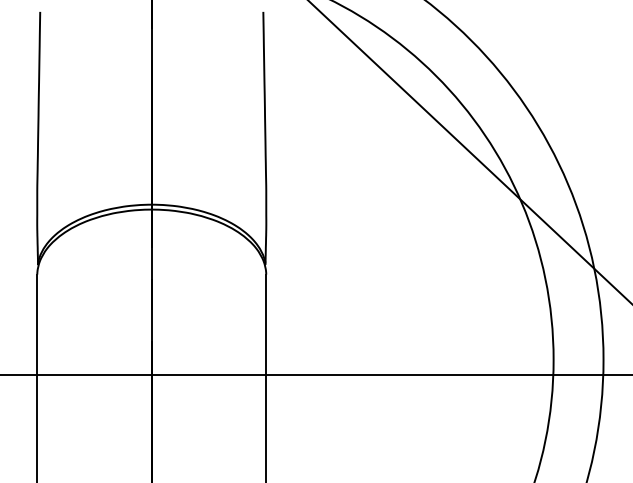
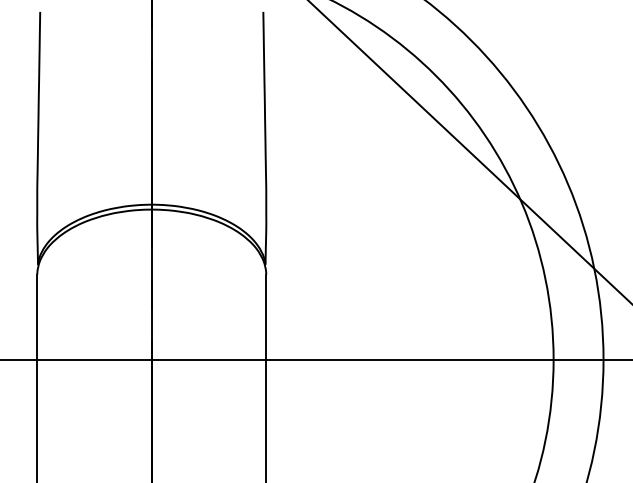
line at (315, 374) position: (315, 374) -> (315, 359)
